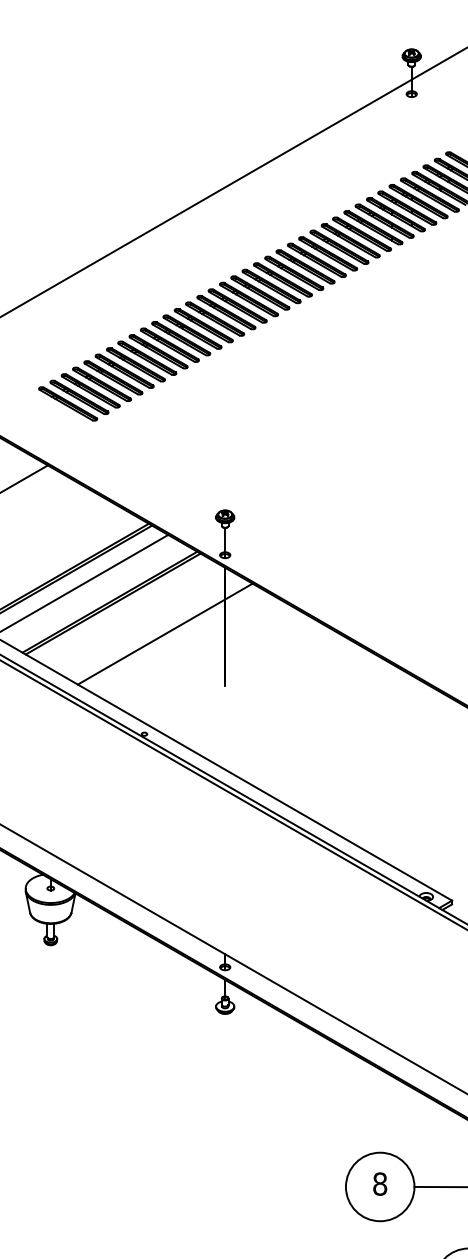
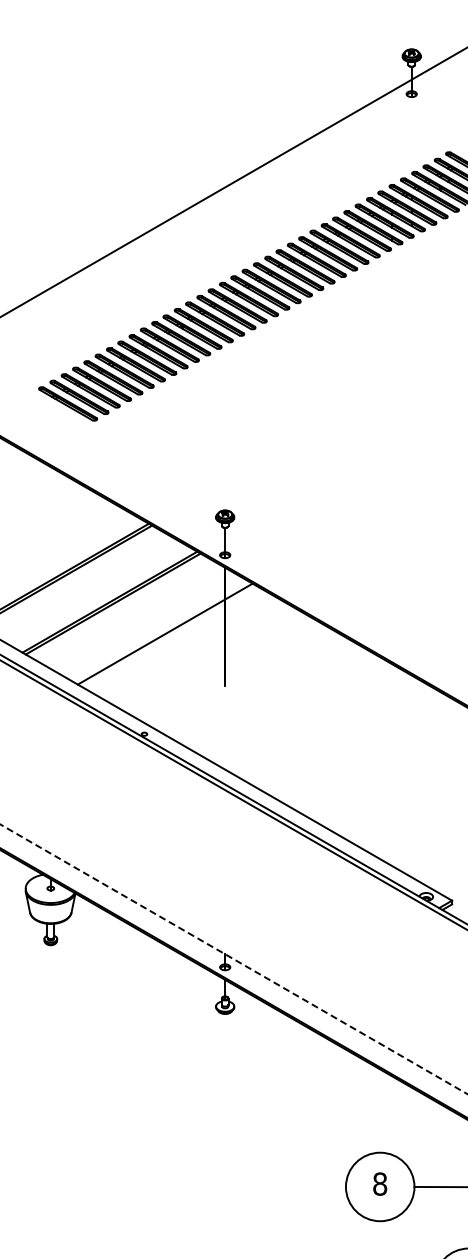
line at (24, 478): present -> none
line at (85, 582): present -> none
line at (233, 959): solid -> dashed
